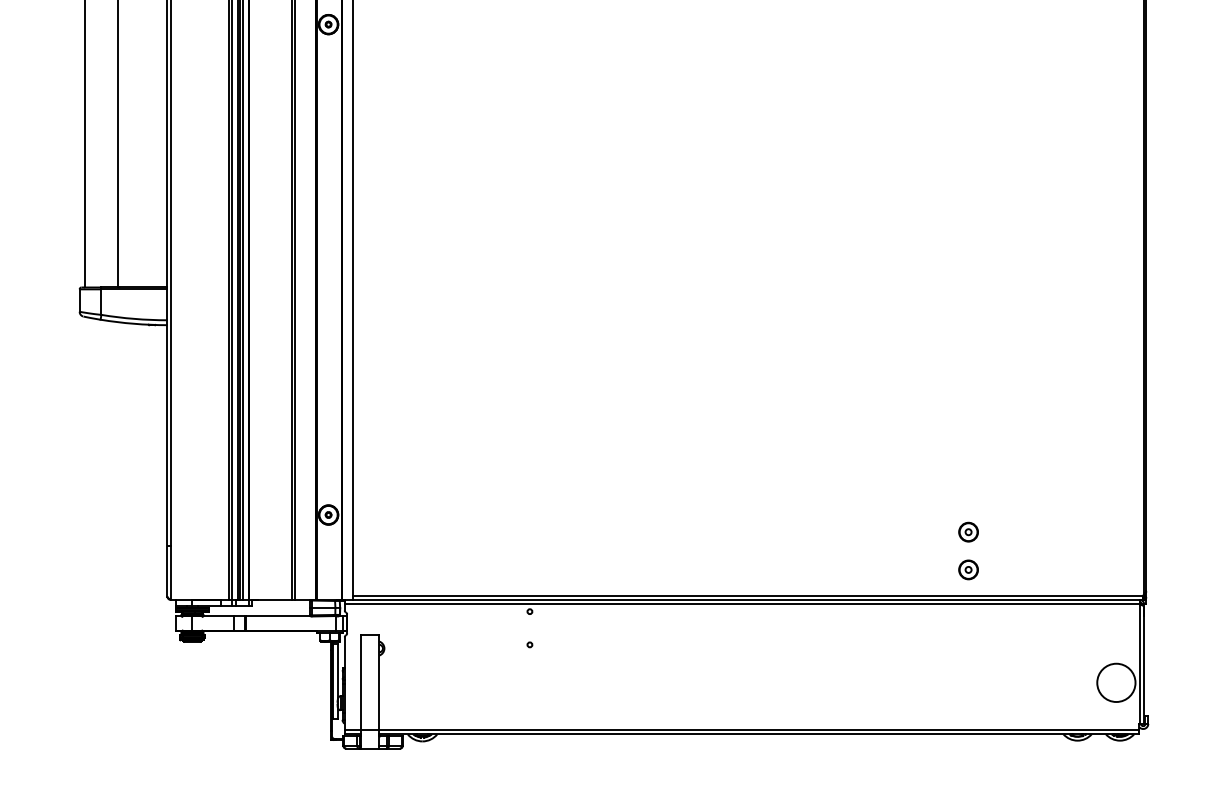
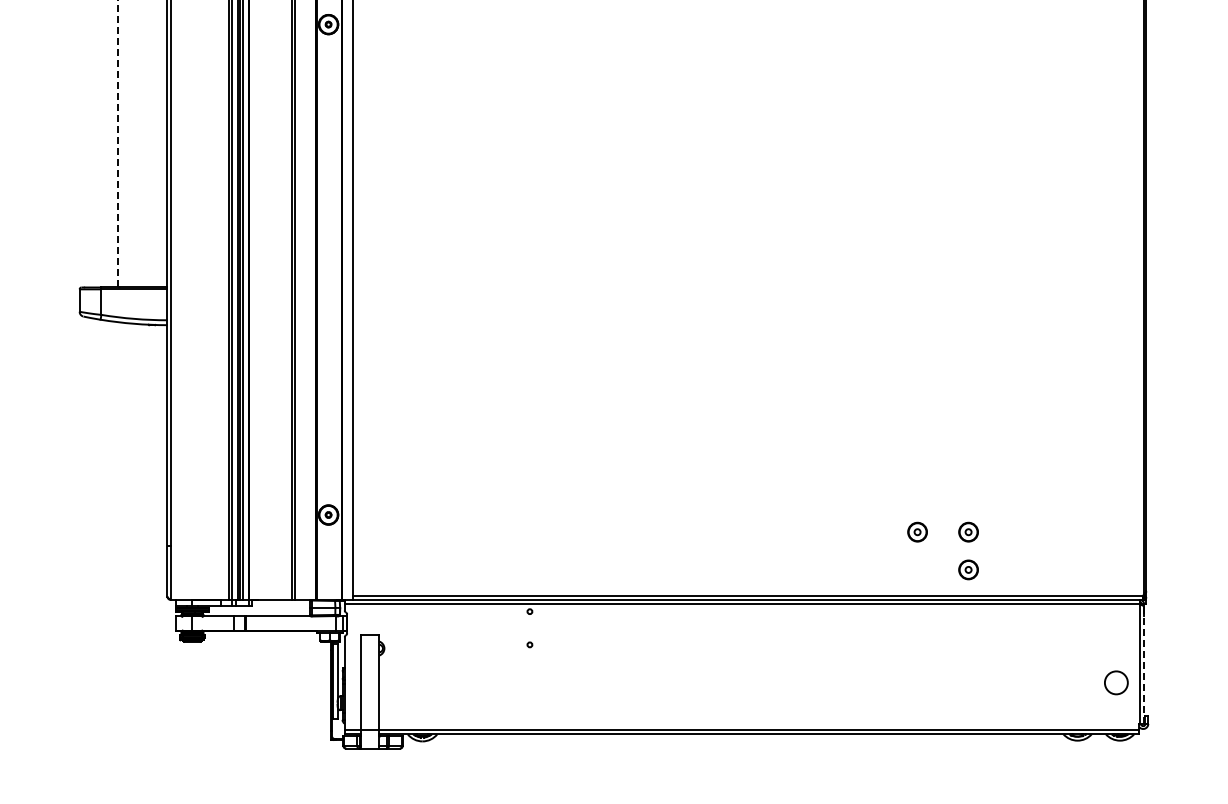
line at (118, 143): solid -> dashed
line at (84, 144): present -> none
part at (917, 531): none -> present
line at (1144, 665): solid -> dashed
circle at (1116, 682) diameter: 38 px -> 23 px
